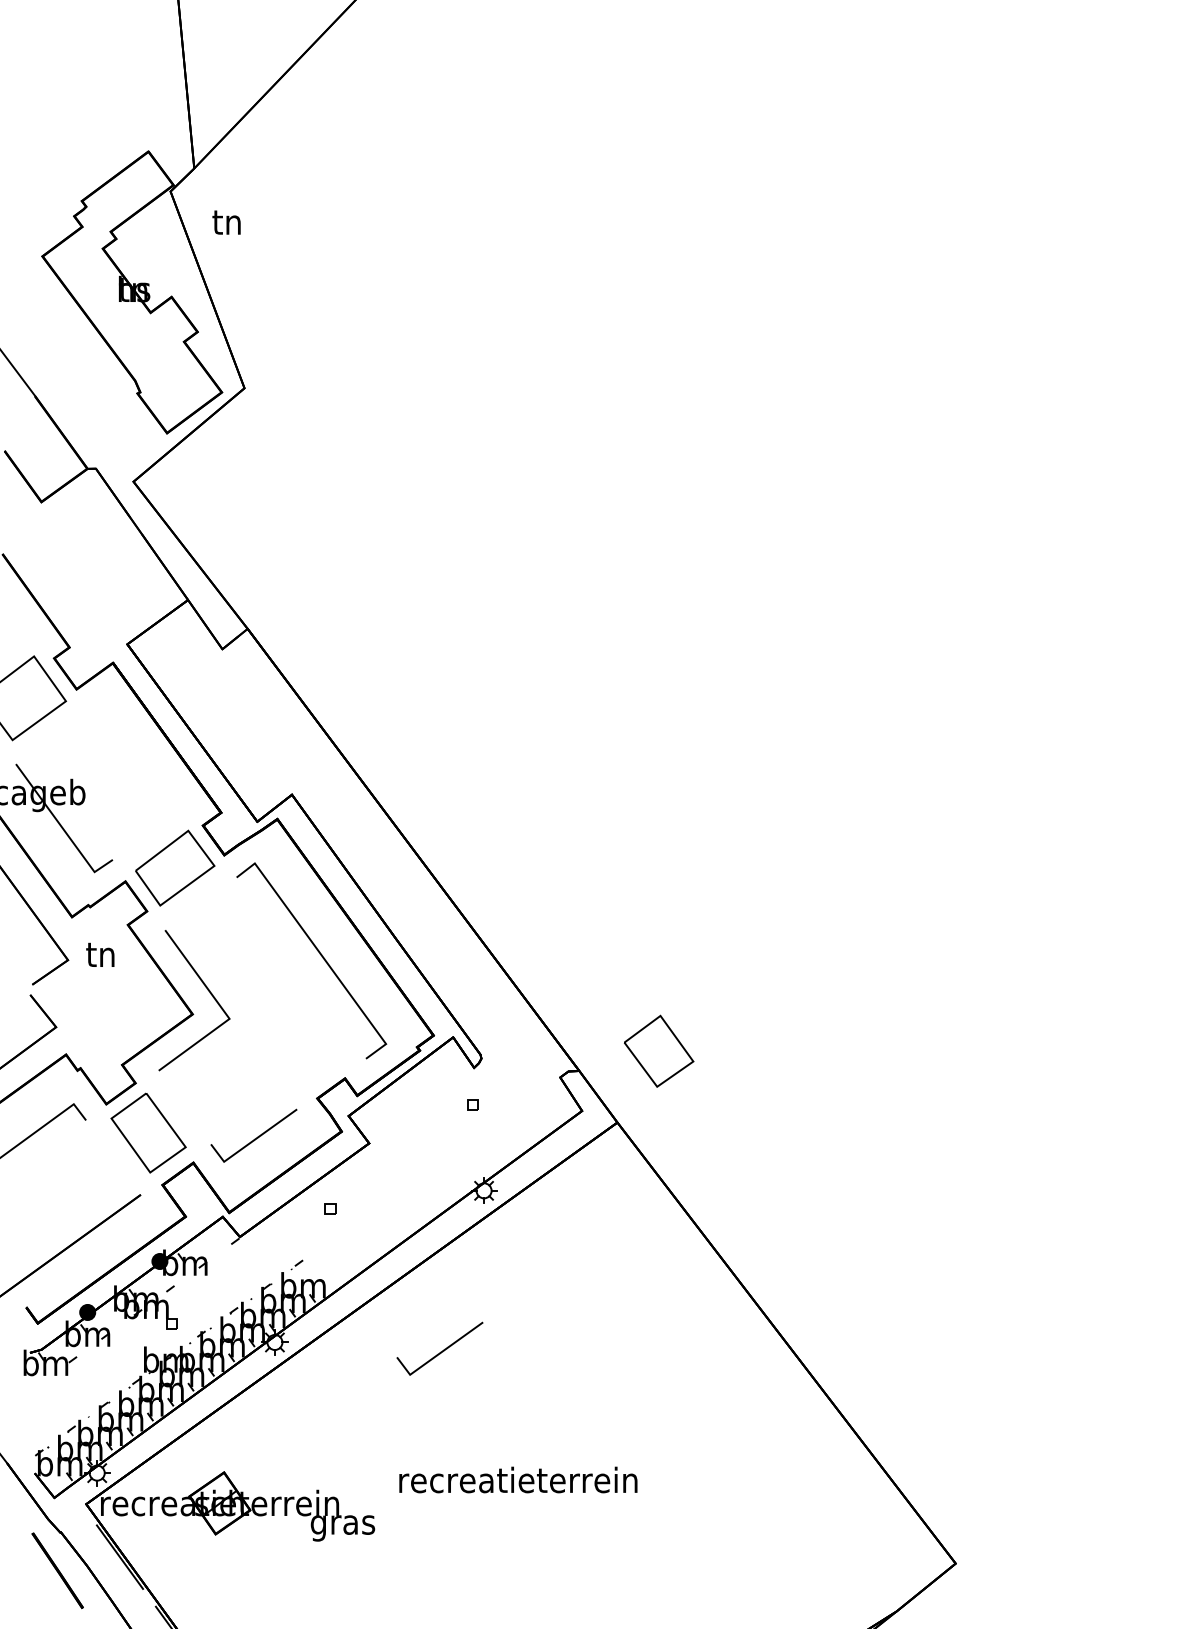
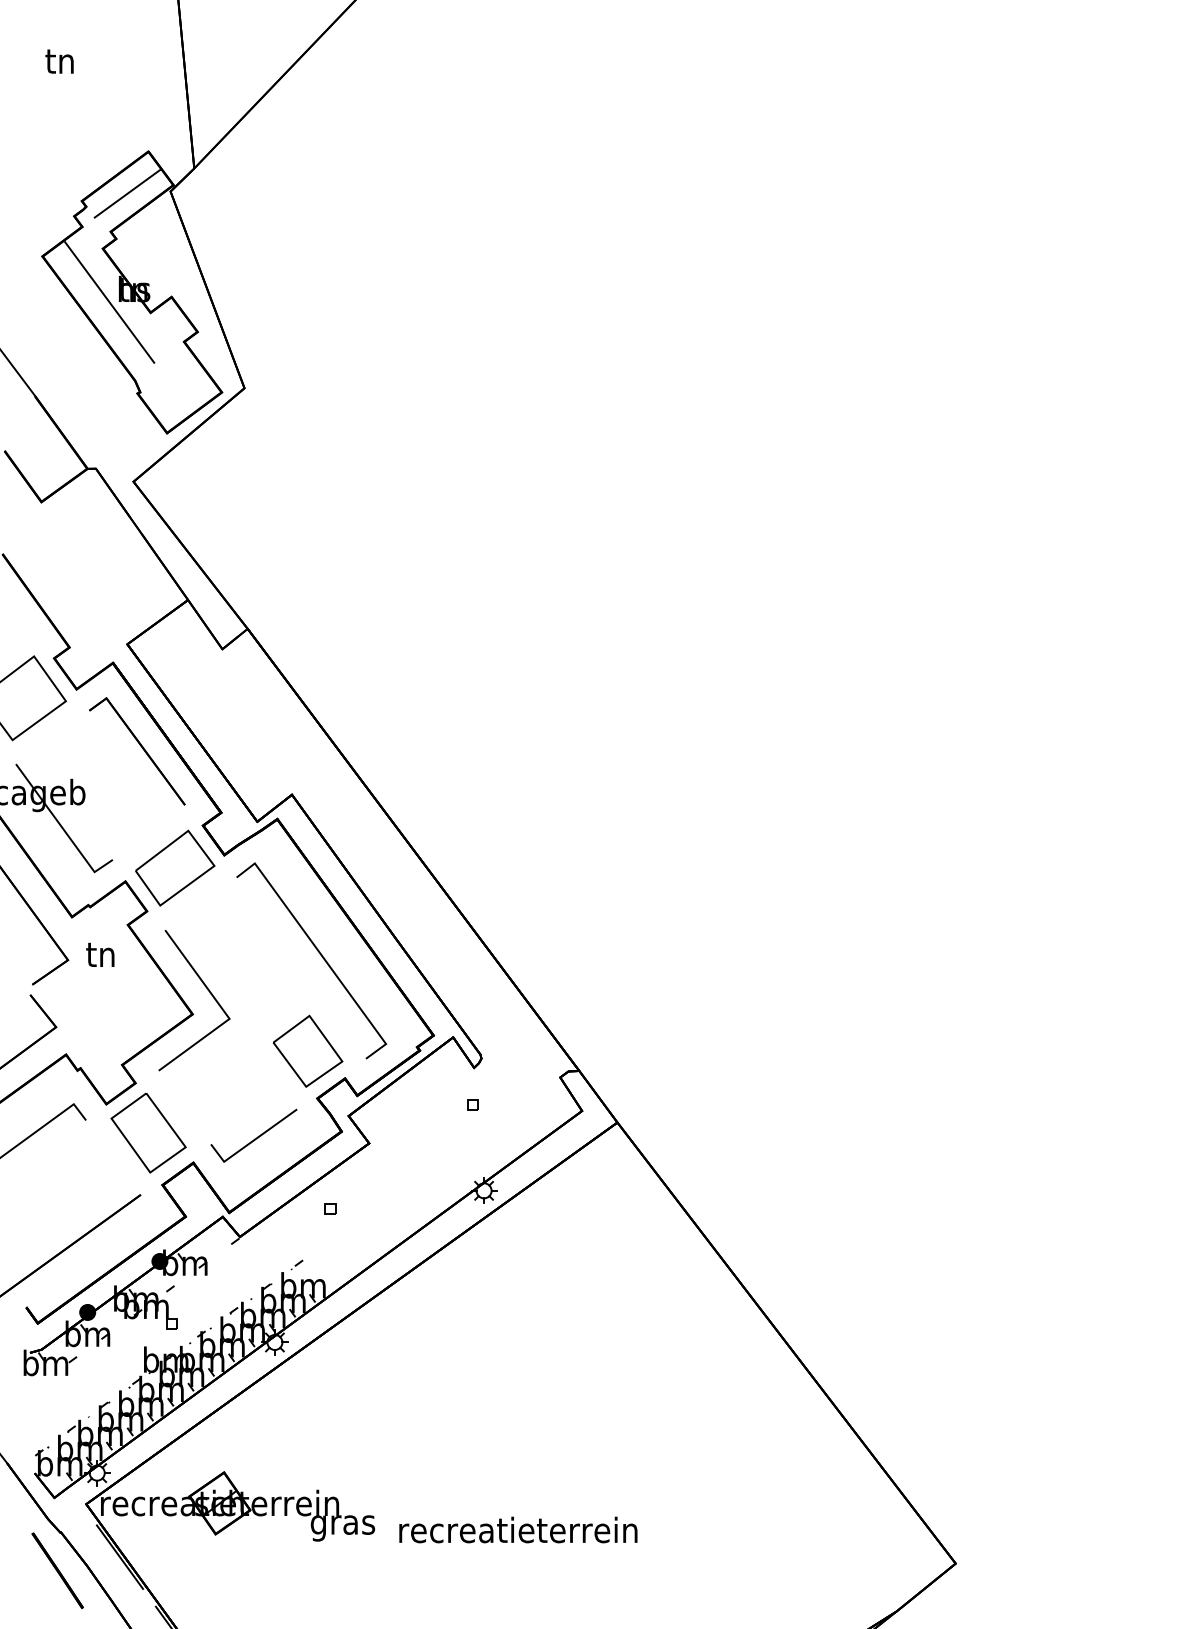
line at (127, 193): none -> present
text at (226, 222) position: (226, 222) -> (59, 61)
line at (109, 302): none -> present
part at (137, 751): none -> present
part at (659, 1050) position: (659, 1050) -> (308, 1050)
line at (440, 1351): present -> none
text at (518, 1479) position: (518, 1479) -> (518, 1529)
